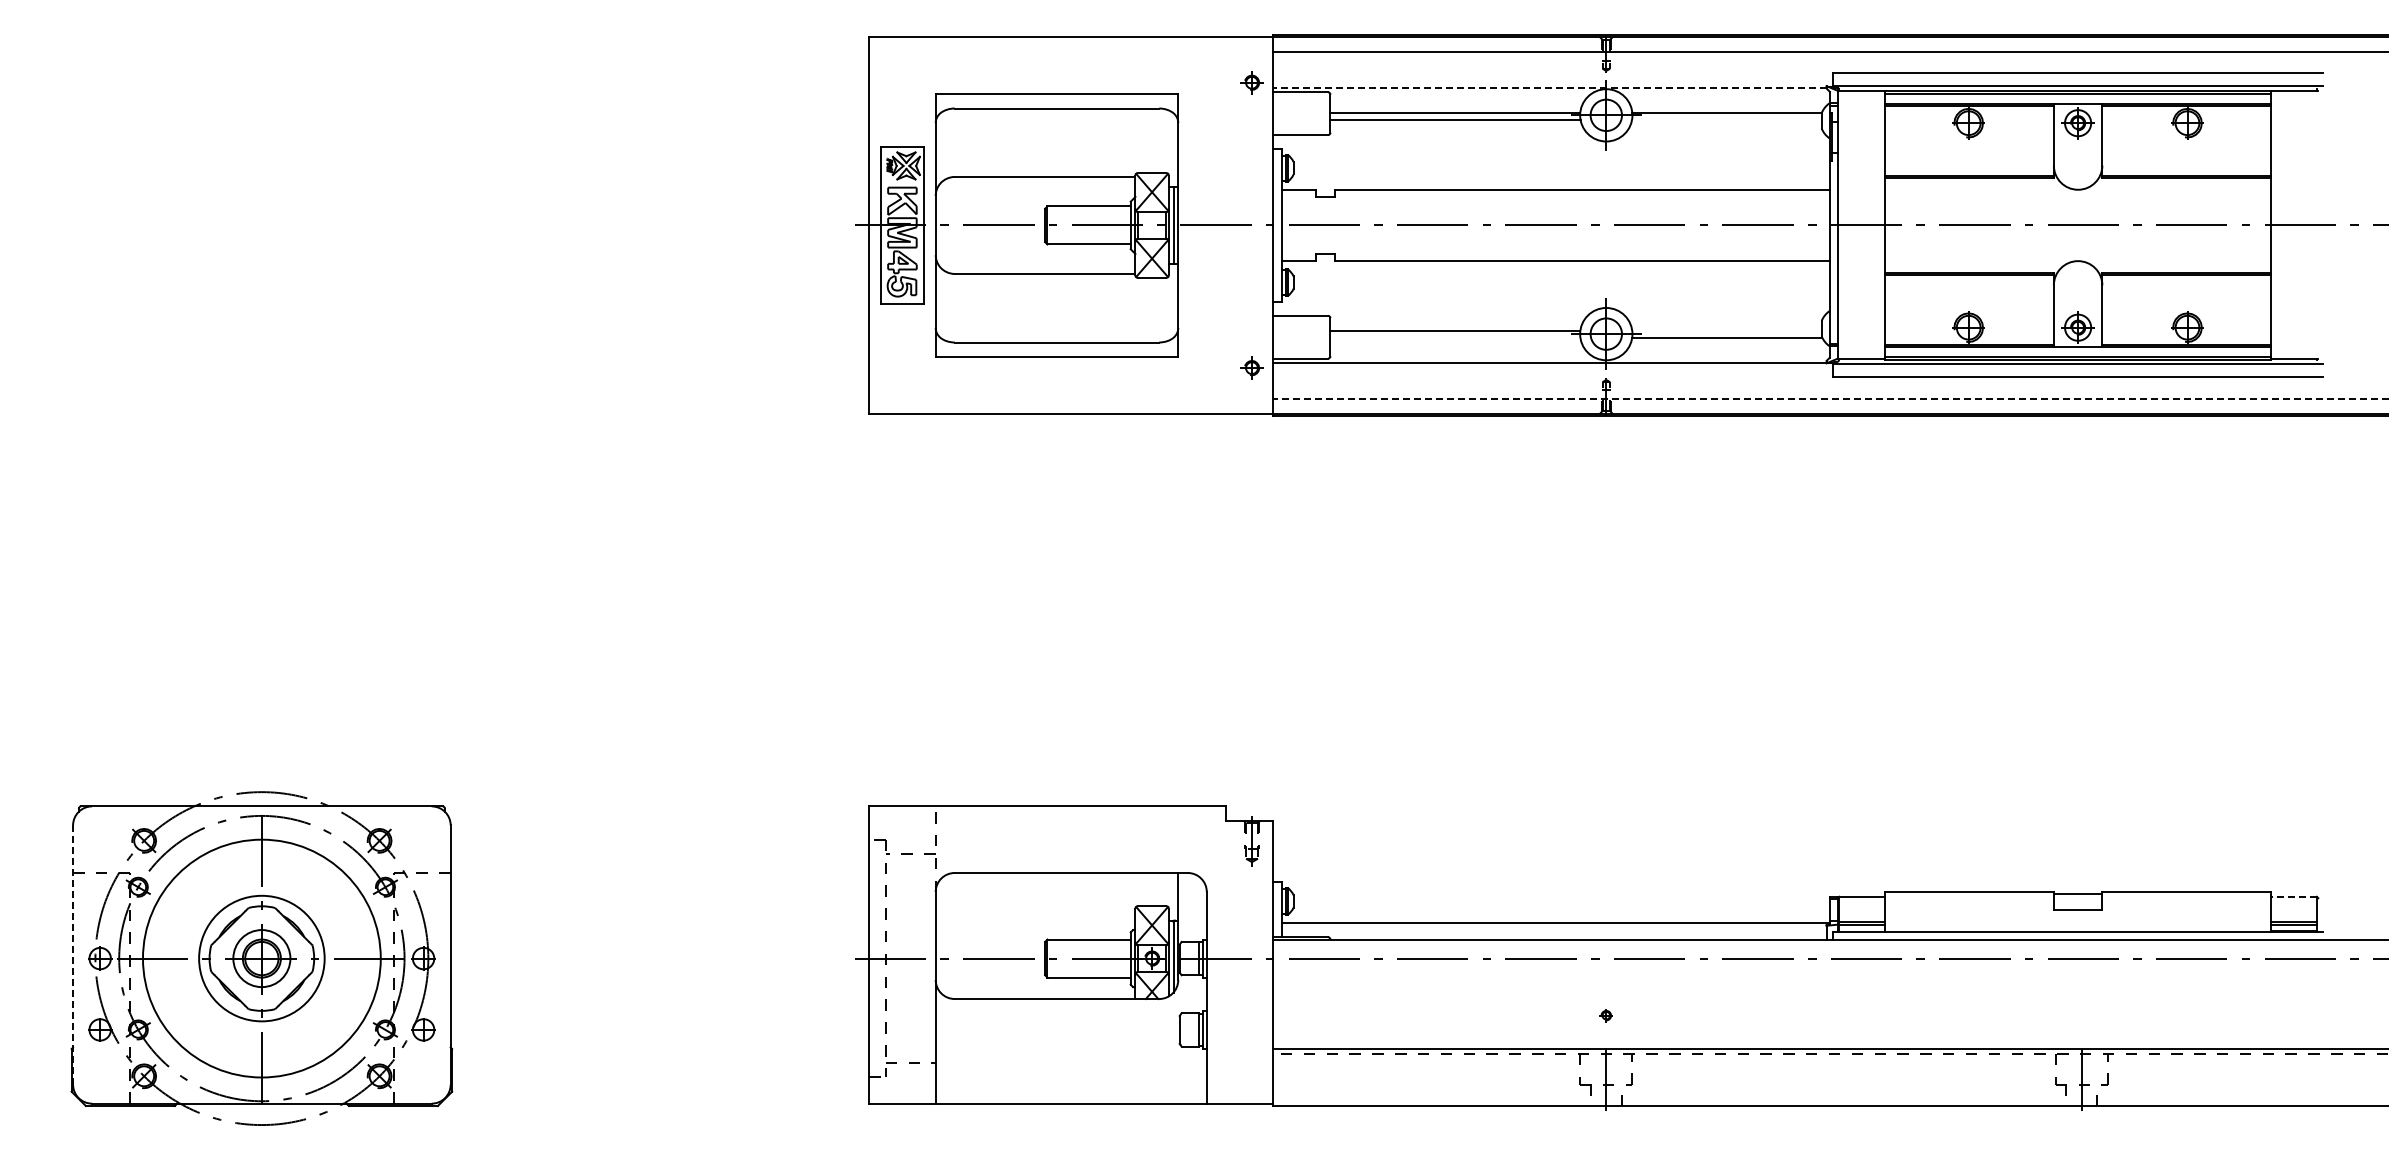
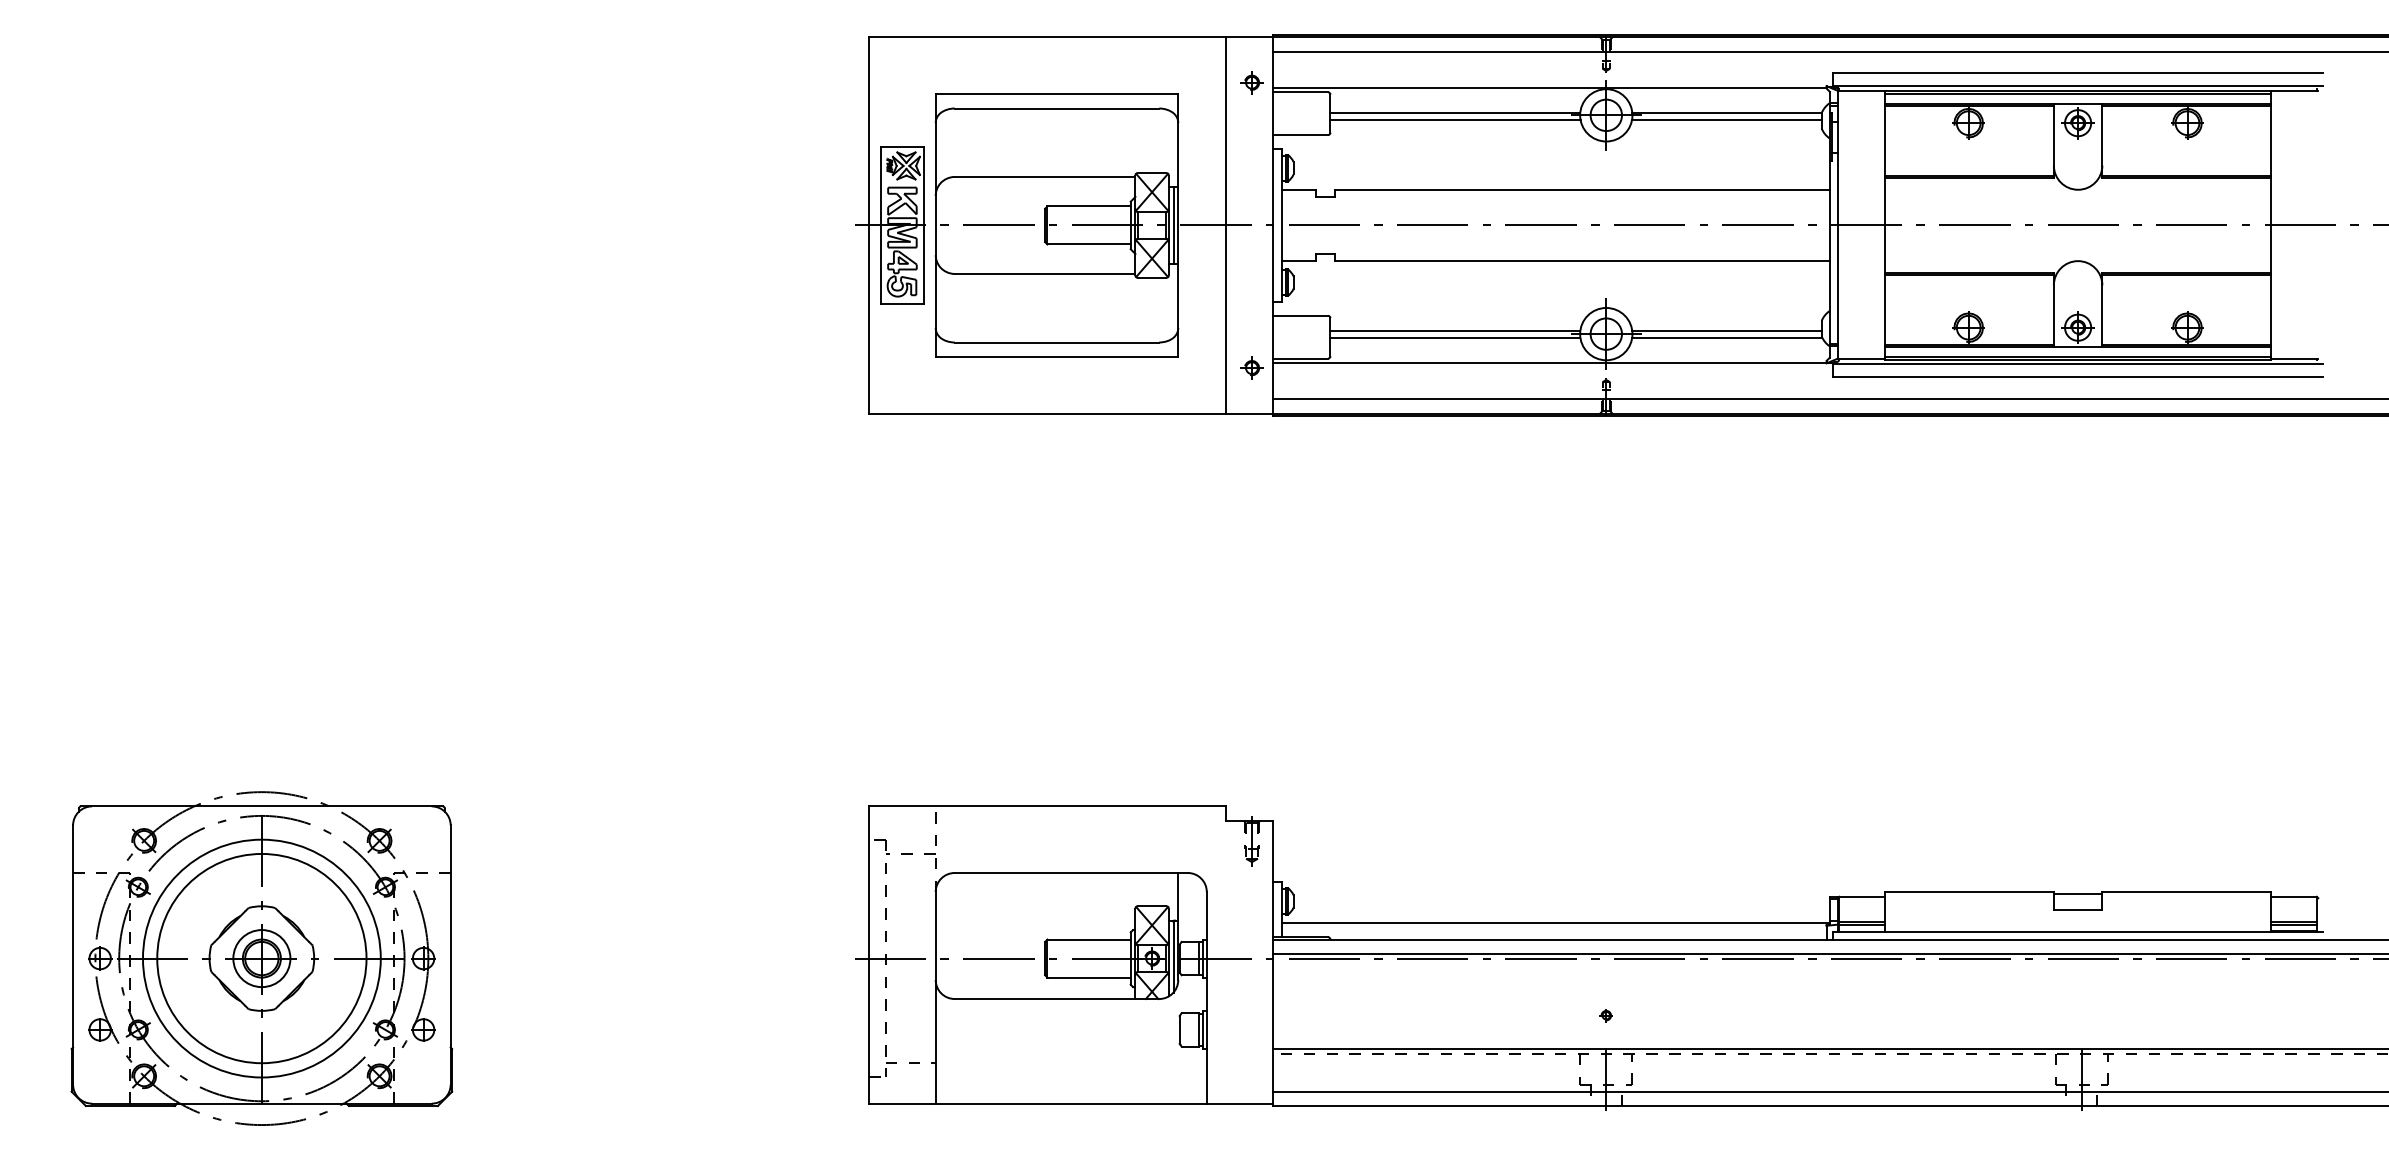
line at (1549, 87): dashed -> solid
line at (1726, 120): none -> present
line at (1225, 225): none -> present
line at (1726, 330): none -> present
line at (1455, 337): none -> present
line at (1830, 399): dashed -> solid
line at (2293, 896): dashed -> solid
line at (1829, 953): none -> present
line at (73, 955): dashed -> solid
circle at (261, 958) diameter: 126 px -> 209 px
line at (1829, 1091): none -> present
